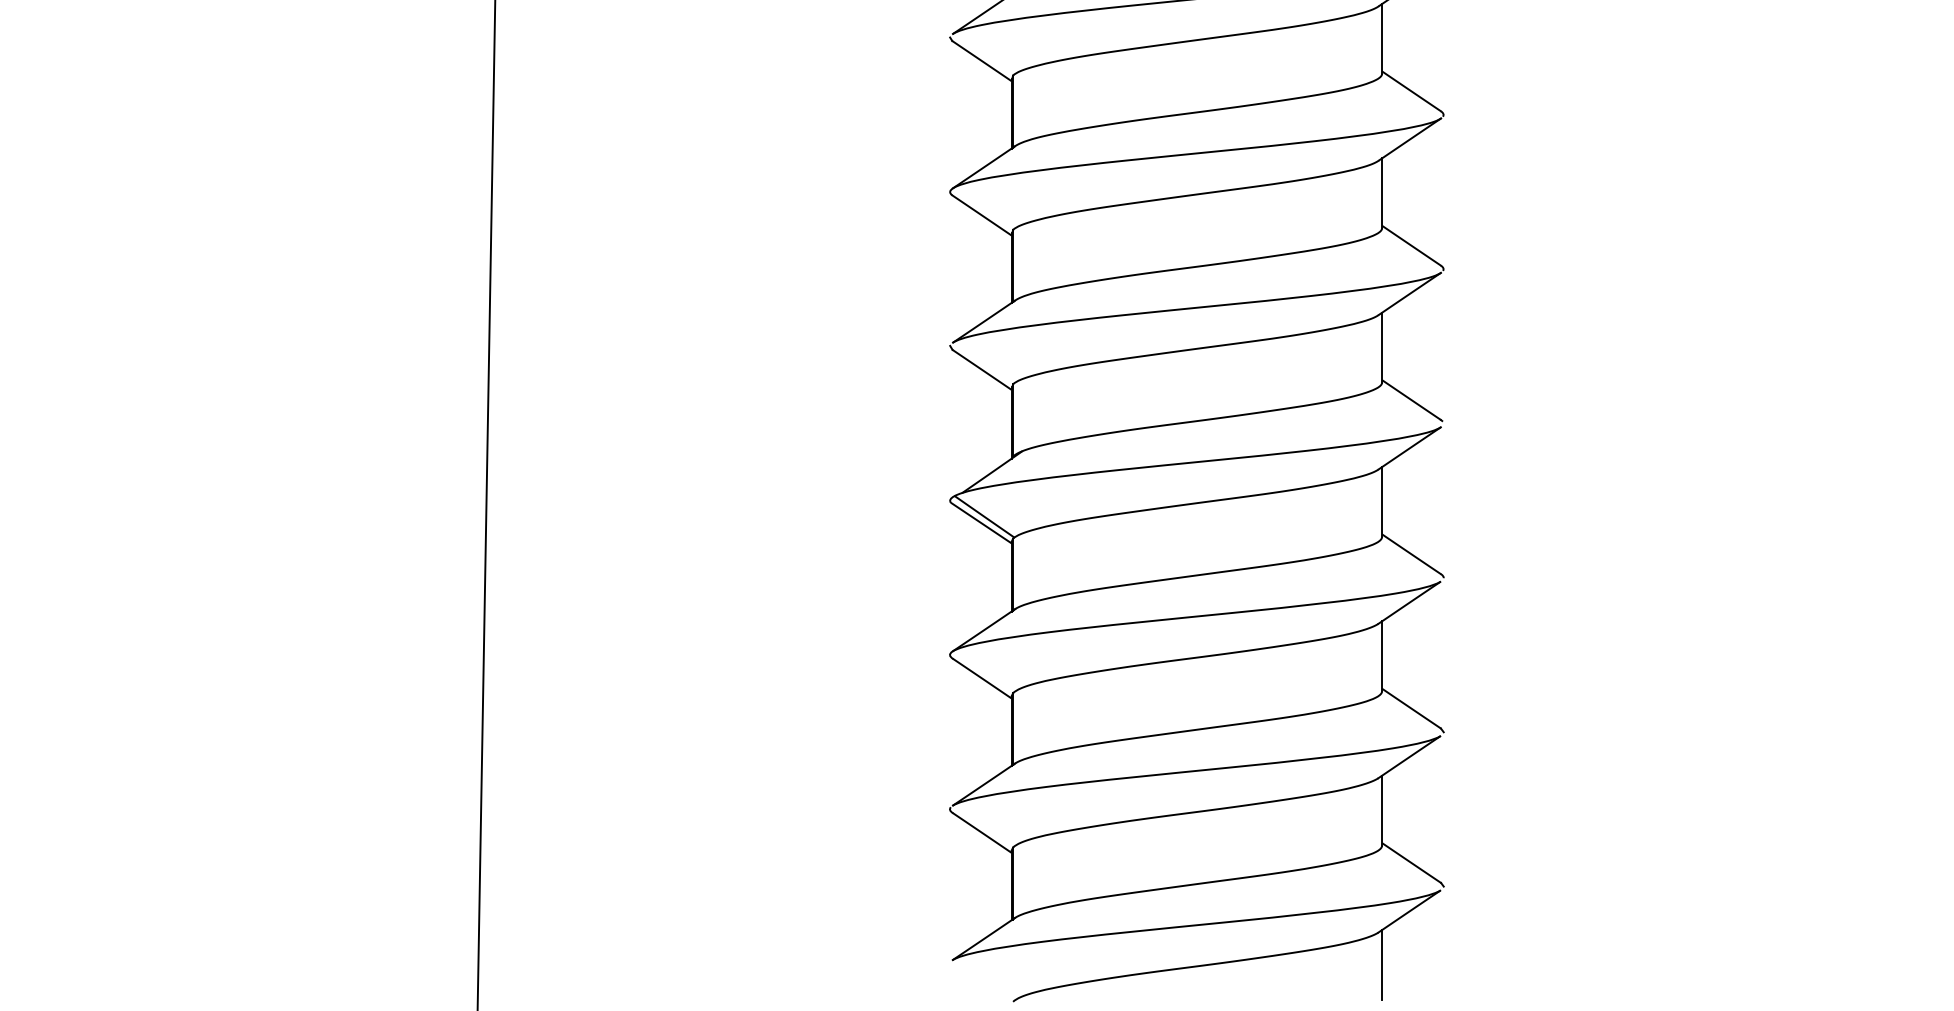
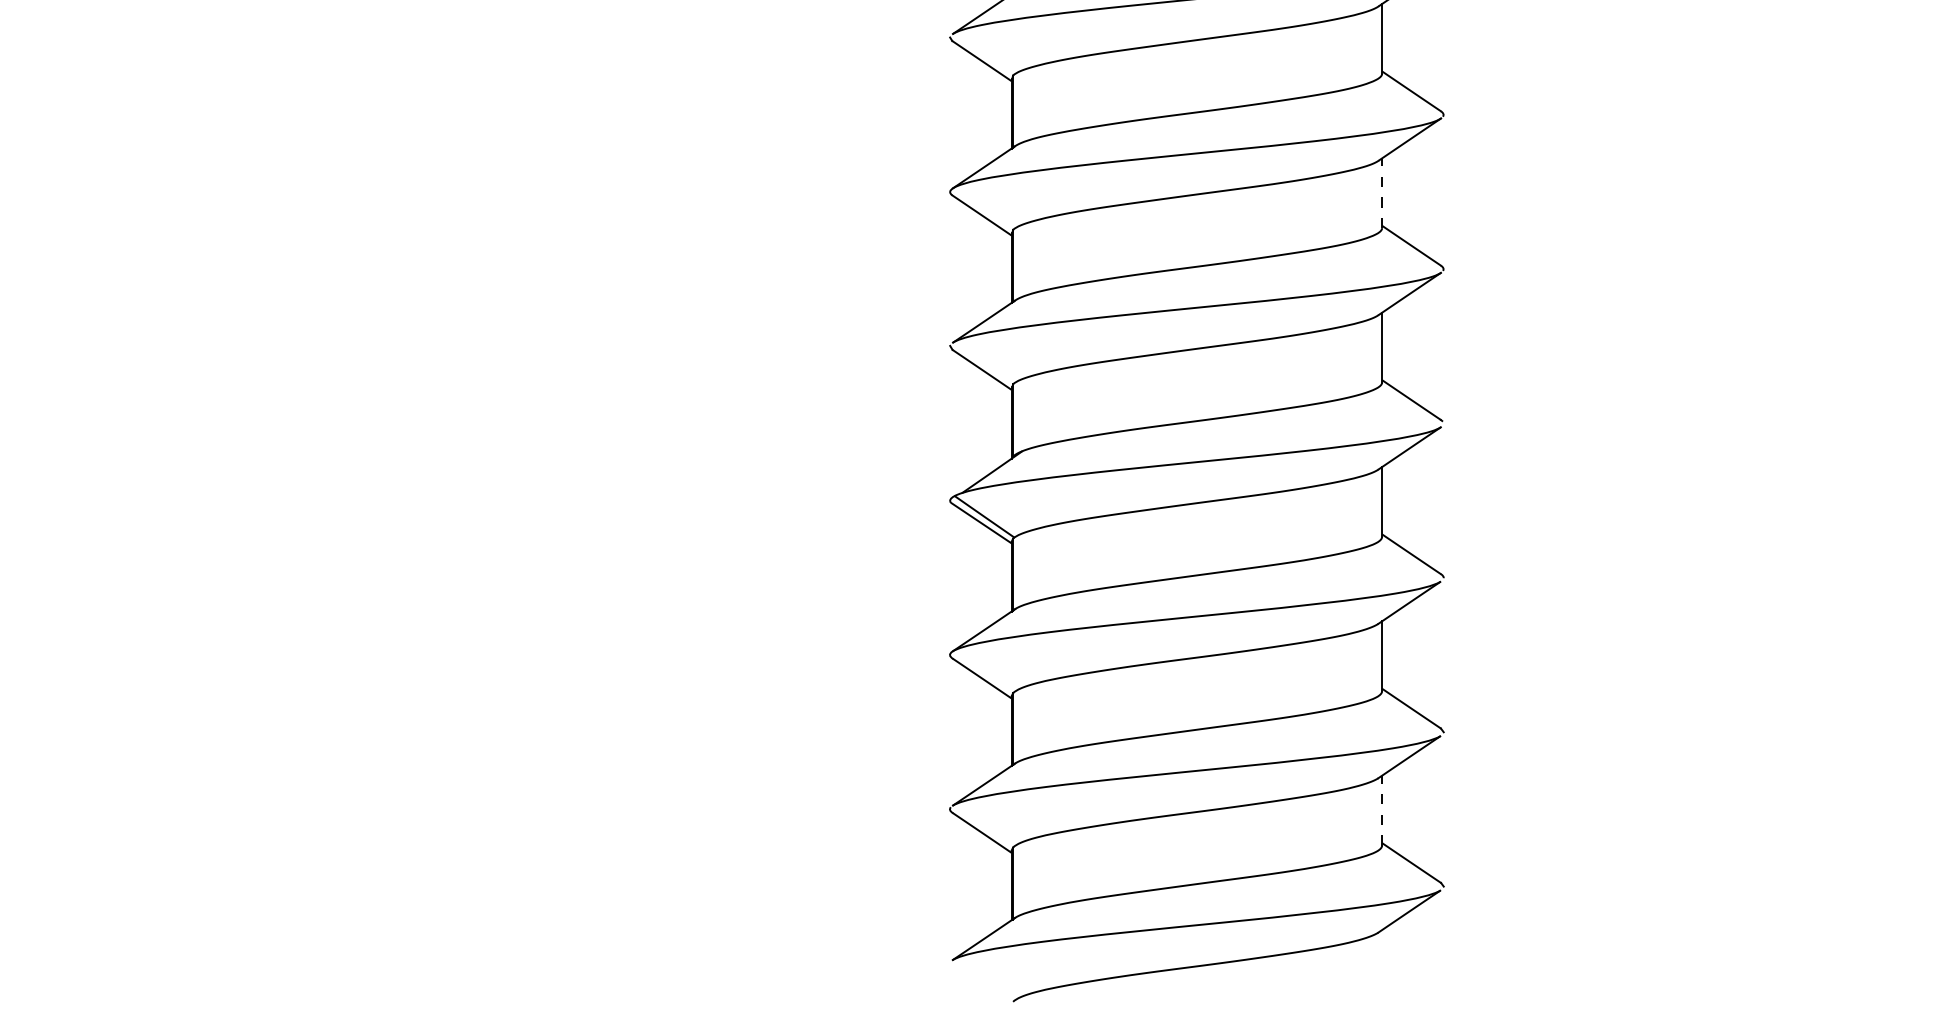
line at (1382, 193): solid -> dashed
line at (486, 504): present -> none
line at (1382, 810): solid -> dashed
line at (1382, 964): present -> none
